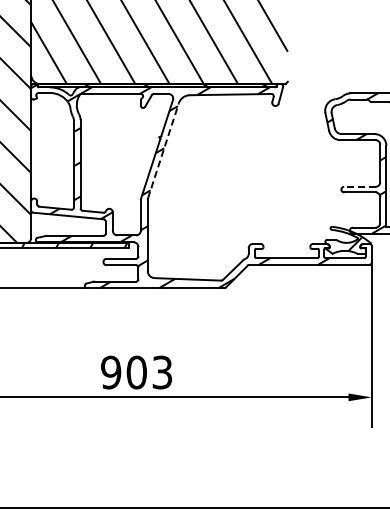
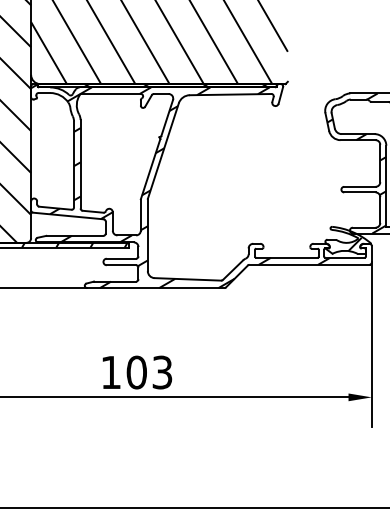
line at (163, 150): dashed -> solid
line at (359, 186): dashed -> solid
text at (111, 372): 903 -> 103
